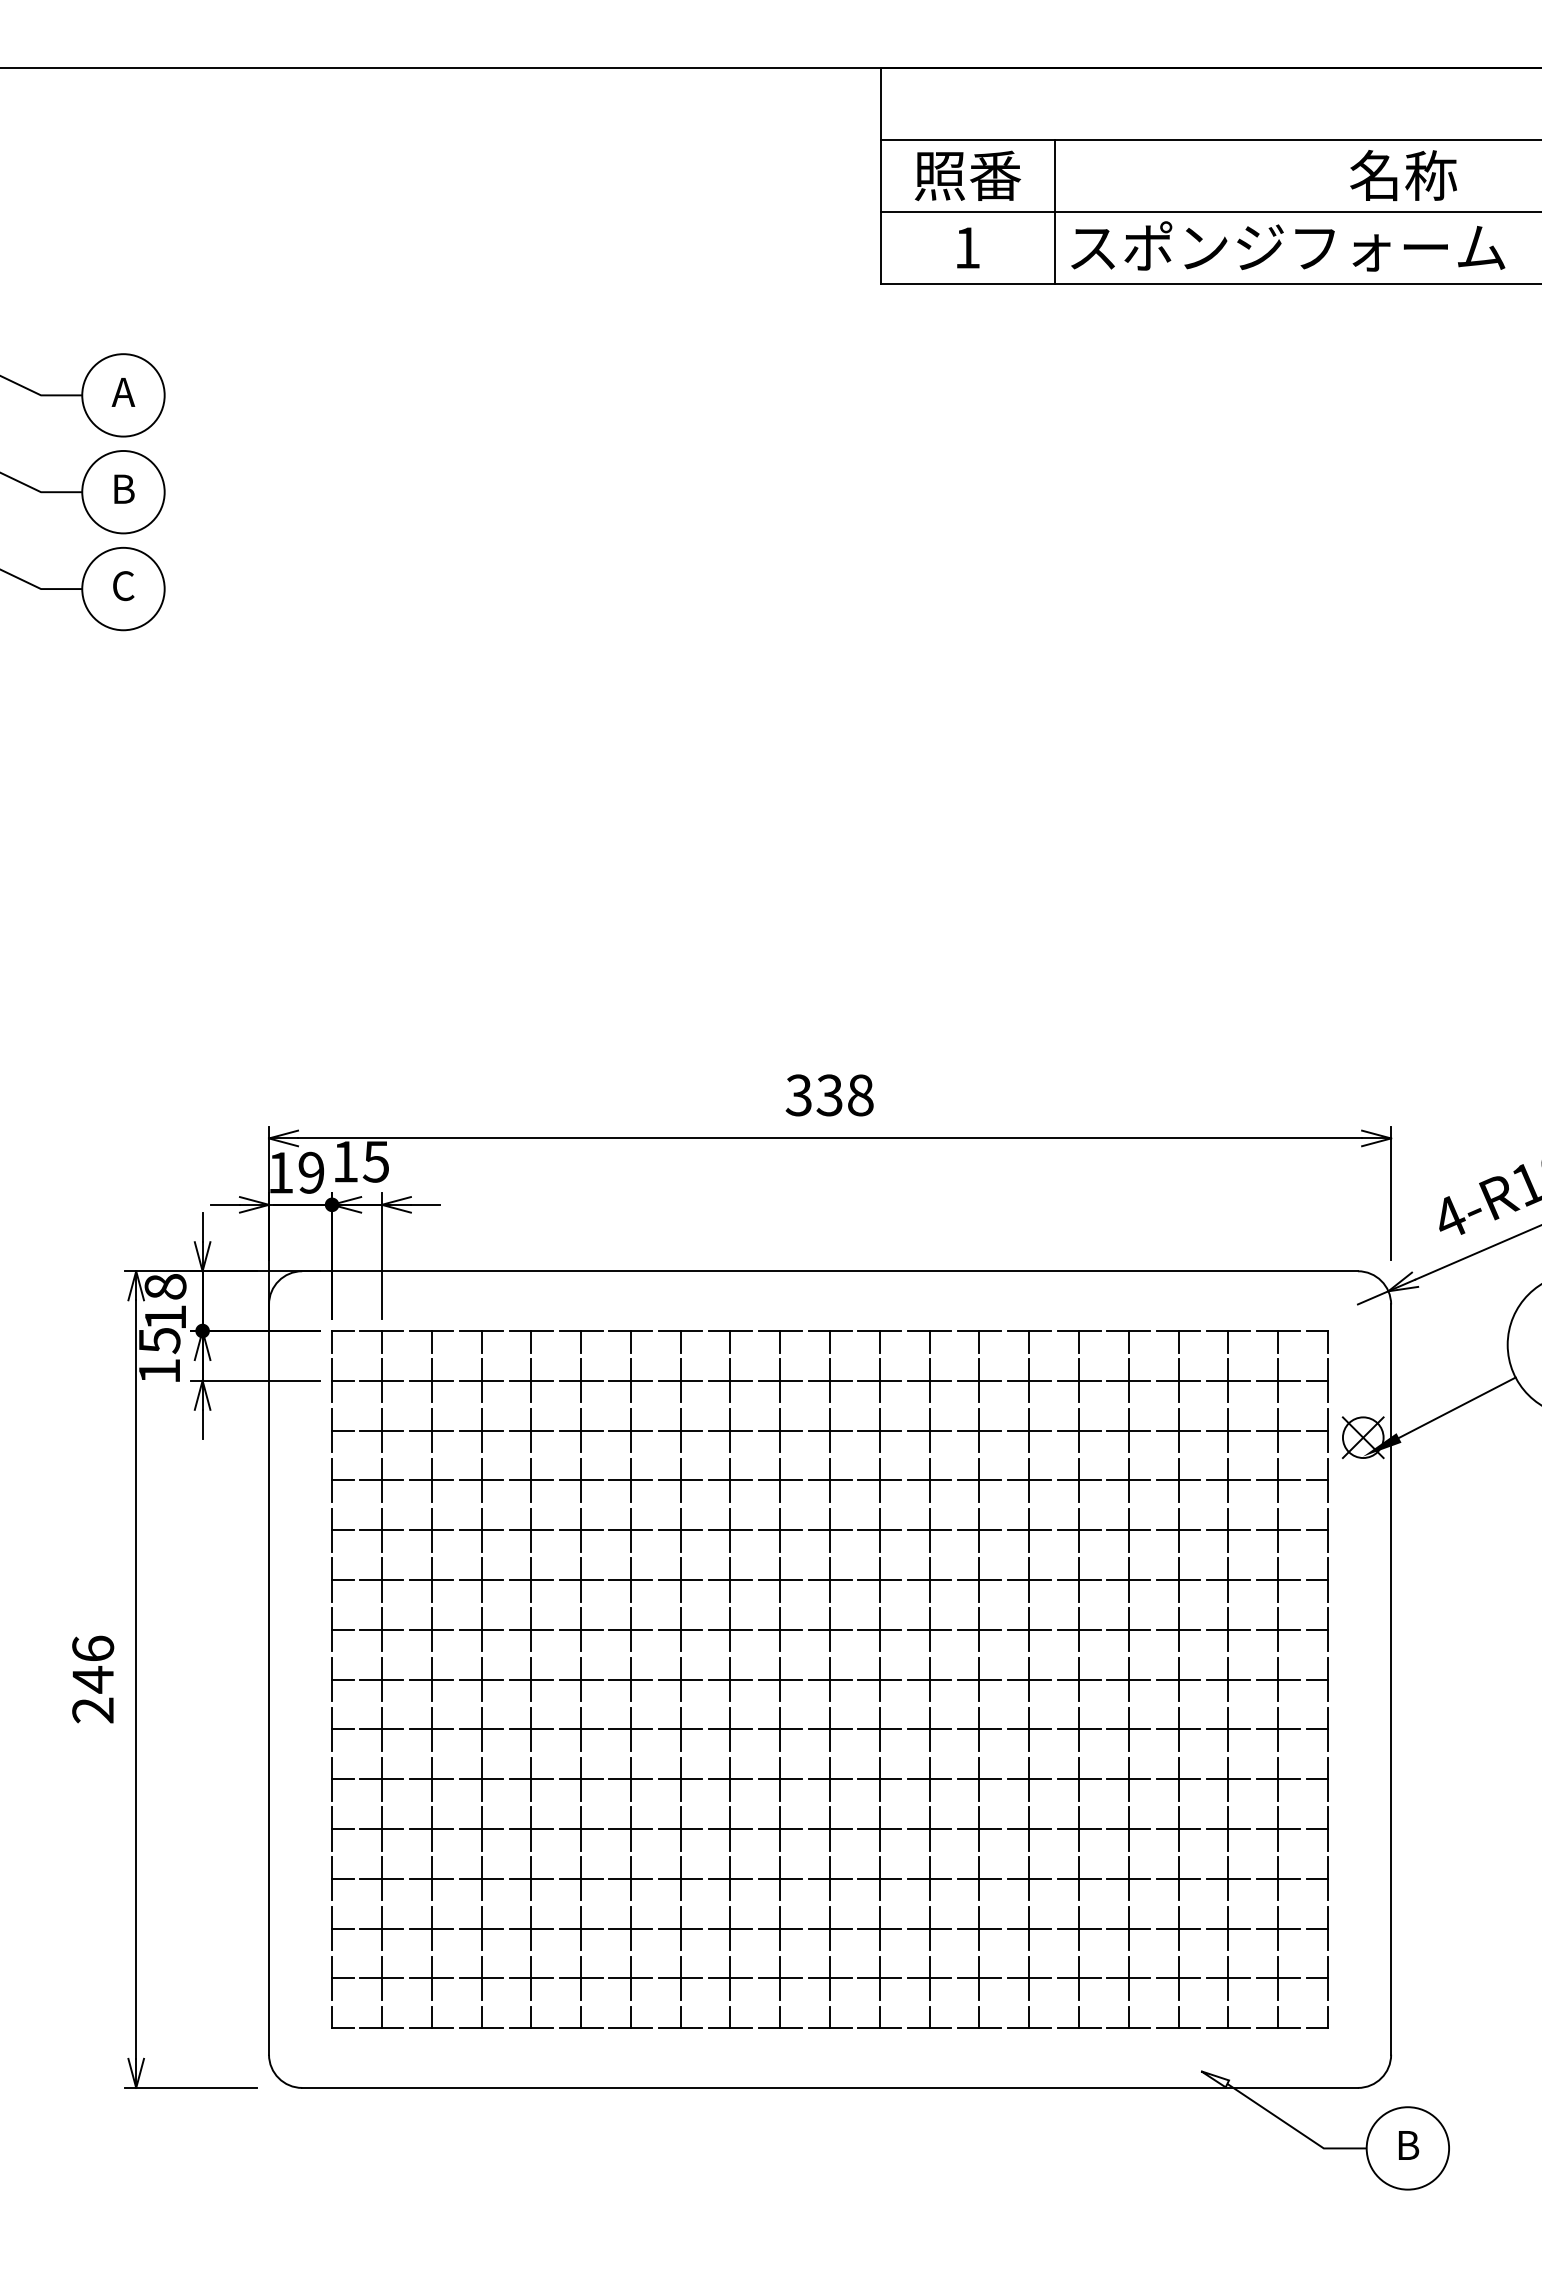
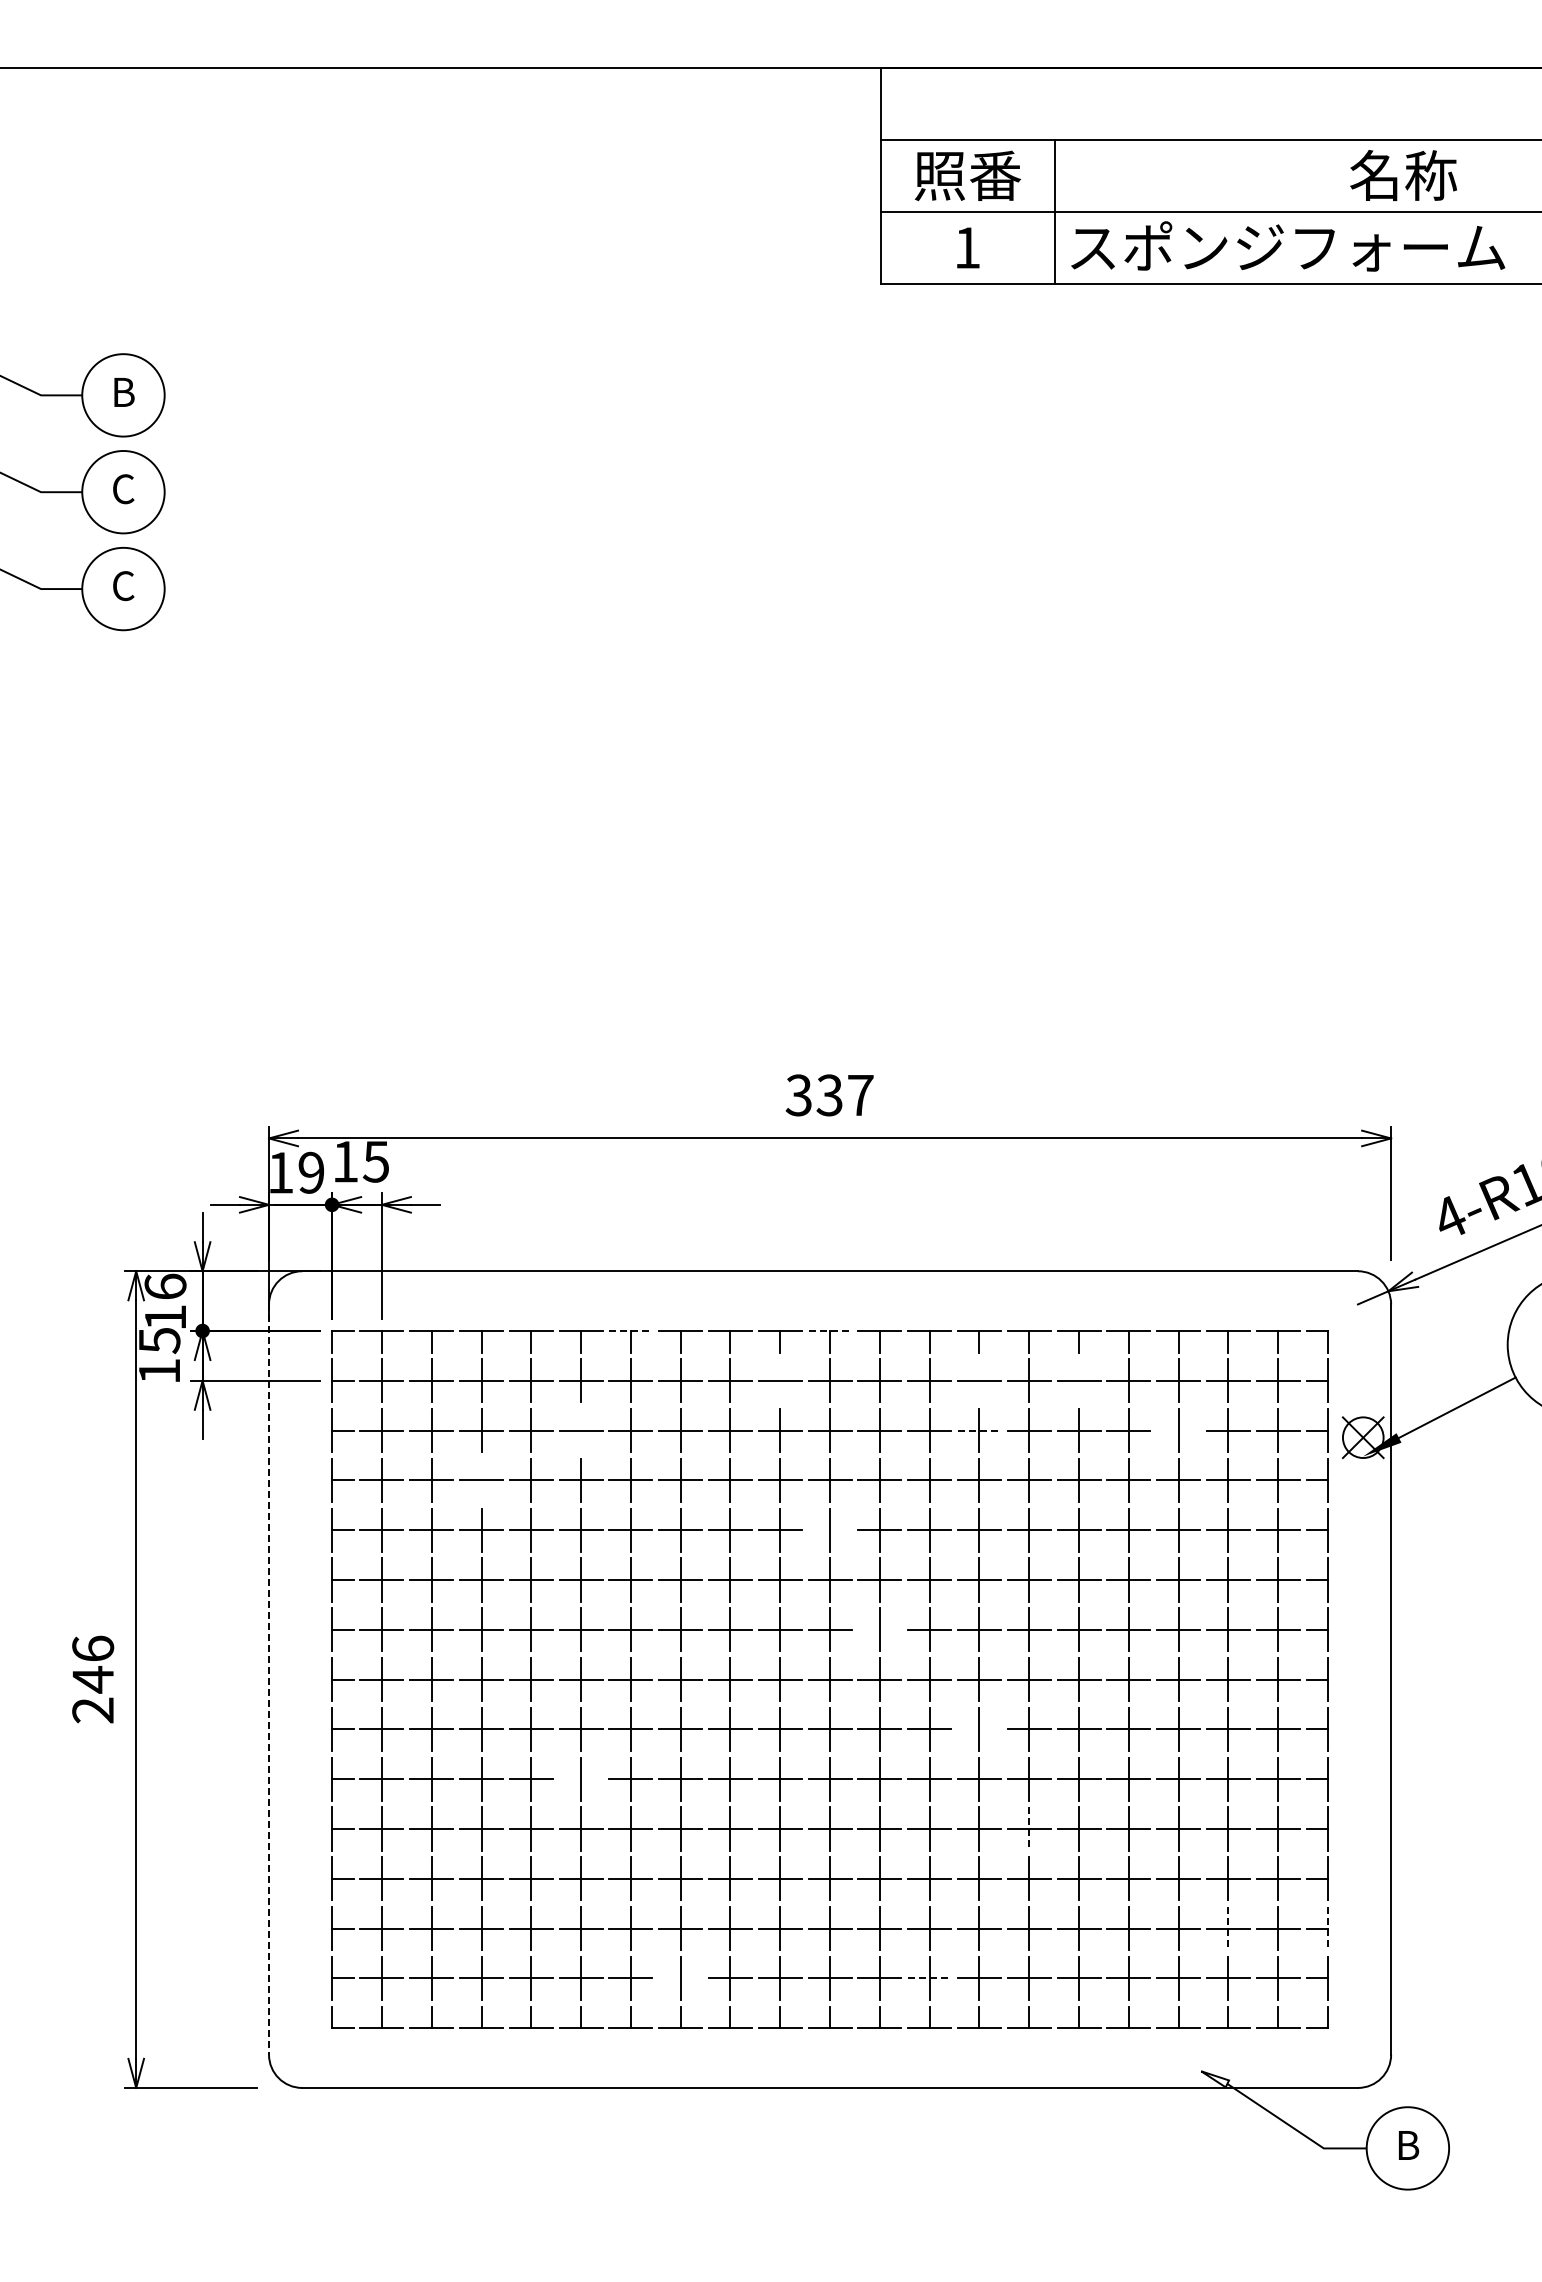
text at (123, 391): A -> B
text at (123, 489): B -> C
text at (860, 1095): 338 -> 337
text at (165, 1286): 18 -> 16
line at (630, 1331): solid -> dashed
line at (830, 1331): solid -> dashed
line at (780, 1380): present -> none
line at (979, 1380): present -> none
line at (1079, 1380): present -> none
line at (581, 1430): present -> none
line at (979, 1430): solid -> dashed
line at (1178, 1430): present -> none
line at (481, 1479): present -> none
line at (829, 1530): present -> none
line at (879, 1629): present -> none
line at (269, 1680): solid -> dashed
line at (979, 1729): present -> none
line at (580, 1779): present -> none
line at (1029, 1829): solid -> dashed
line at (1228, 1928): solid -> dashed
line at (1328, 1928): solid -> dashed
line at (680, 1978): present -> none
line at (929, 1978): solid -> dashed
